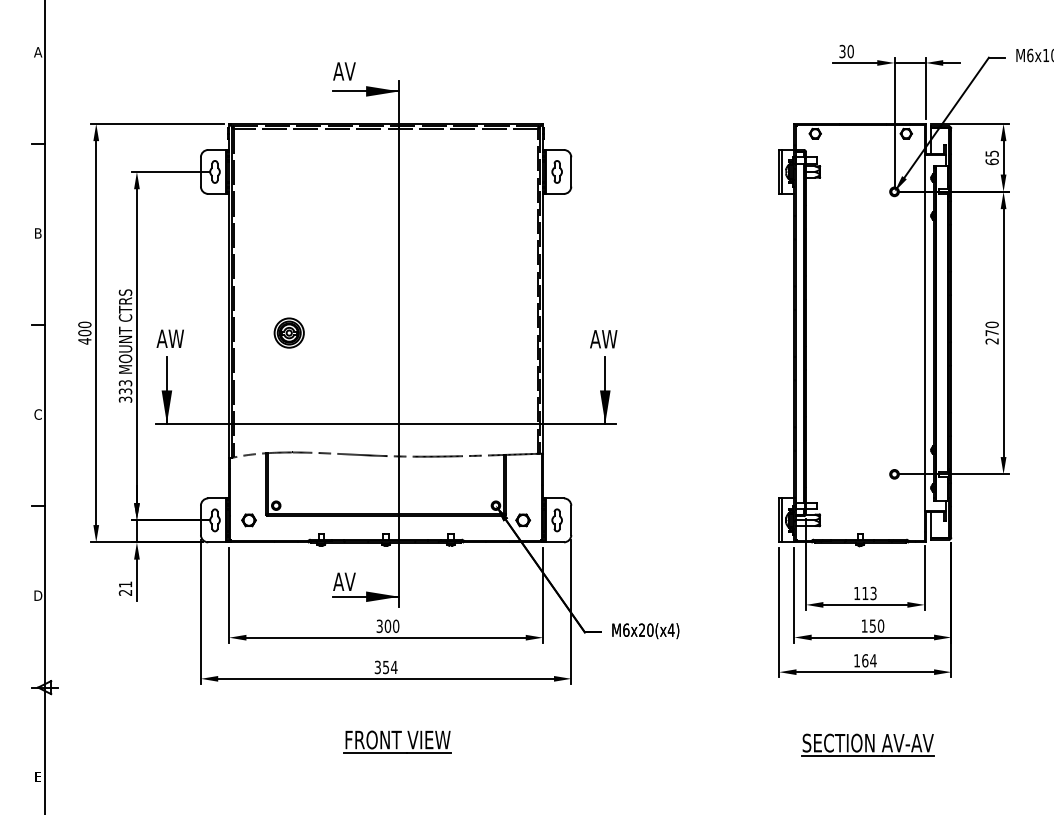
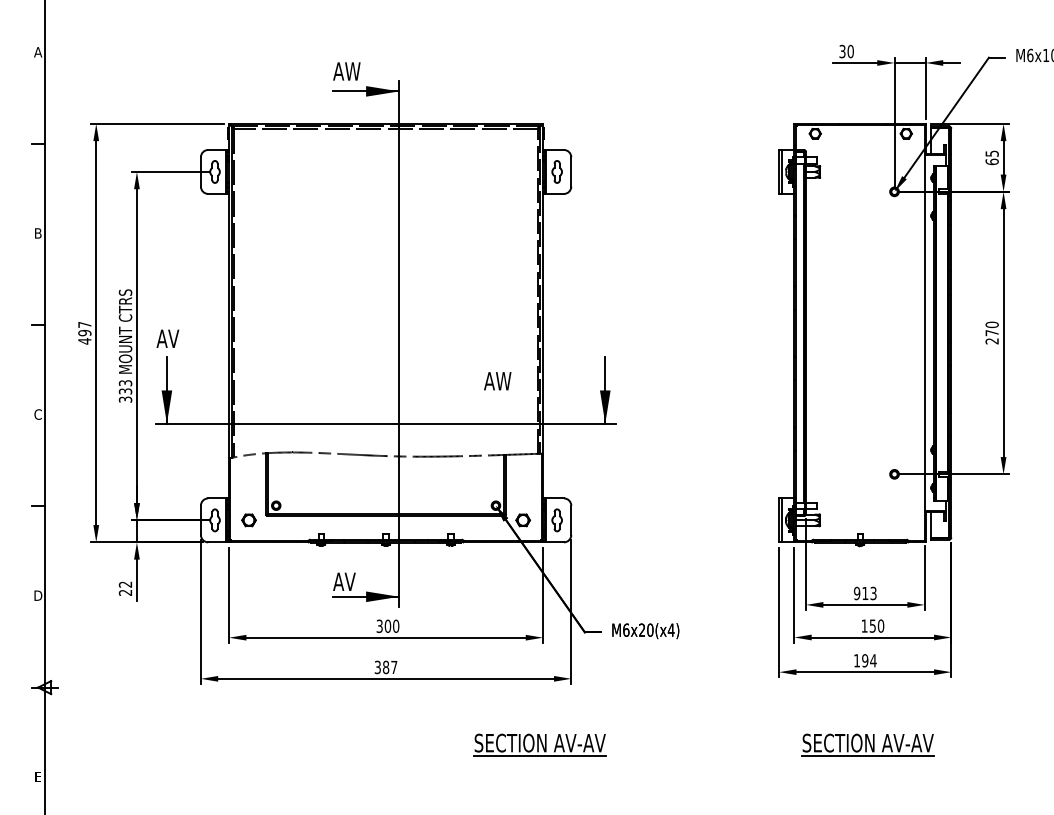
text at (352, 71): AV -> AW
text at (84, 328): 400 -> 497
part at (288, 332): present -> none
text at (175, 338): AW -> AV
text at (603, 339) position: (603, 339) -> (497, 381)
text at (124, 584): 21 -> 22
text at (857, 593): 113 -> 913
text at (865, 660): 164 -> 194
text at (389, 667): 354 -> 387
part at (397, 741): present -> none
part at (539, 744): none -> present
